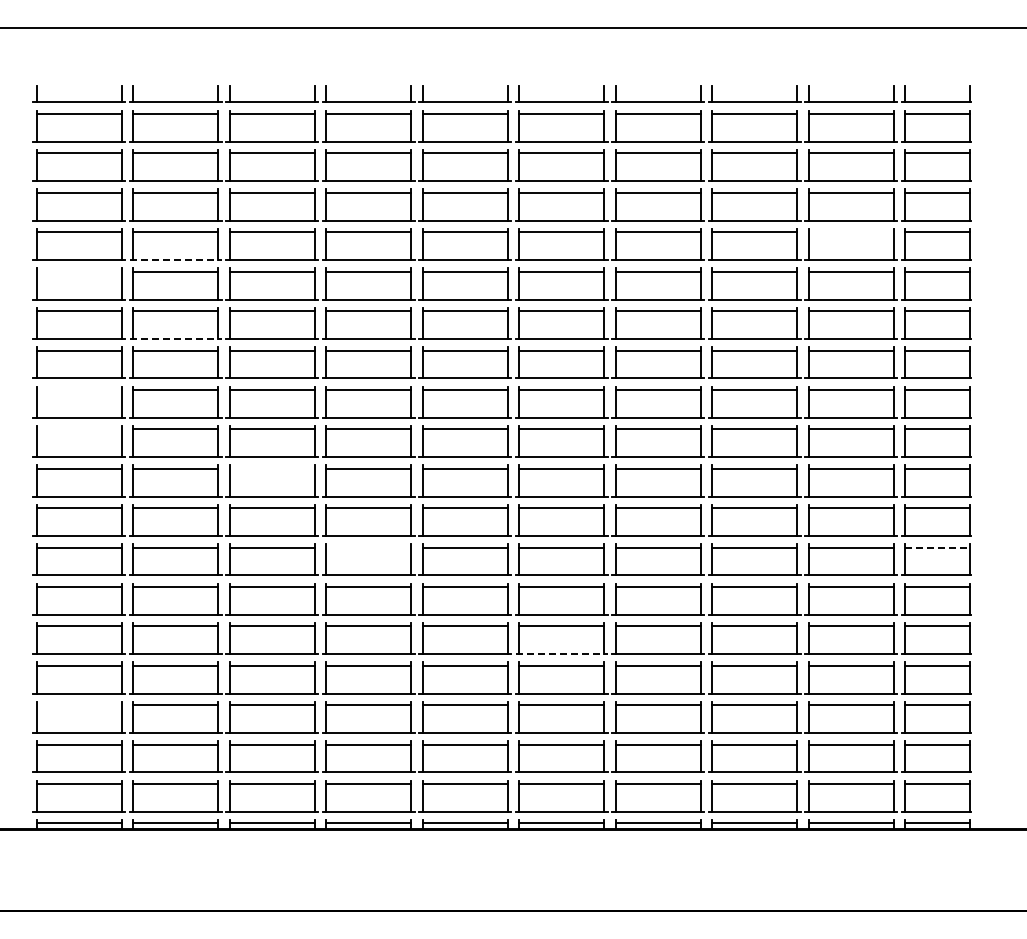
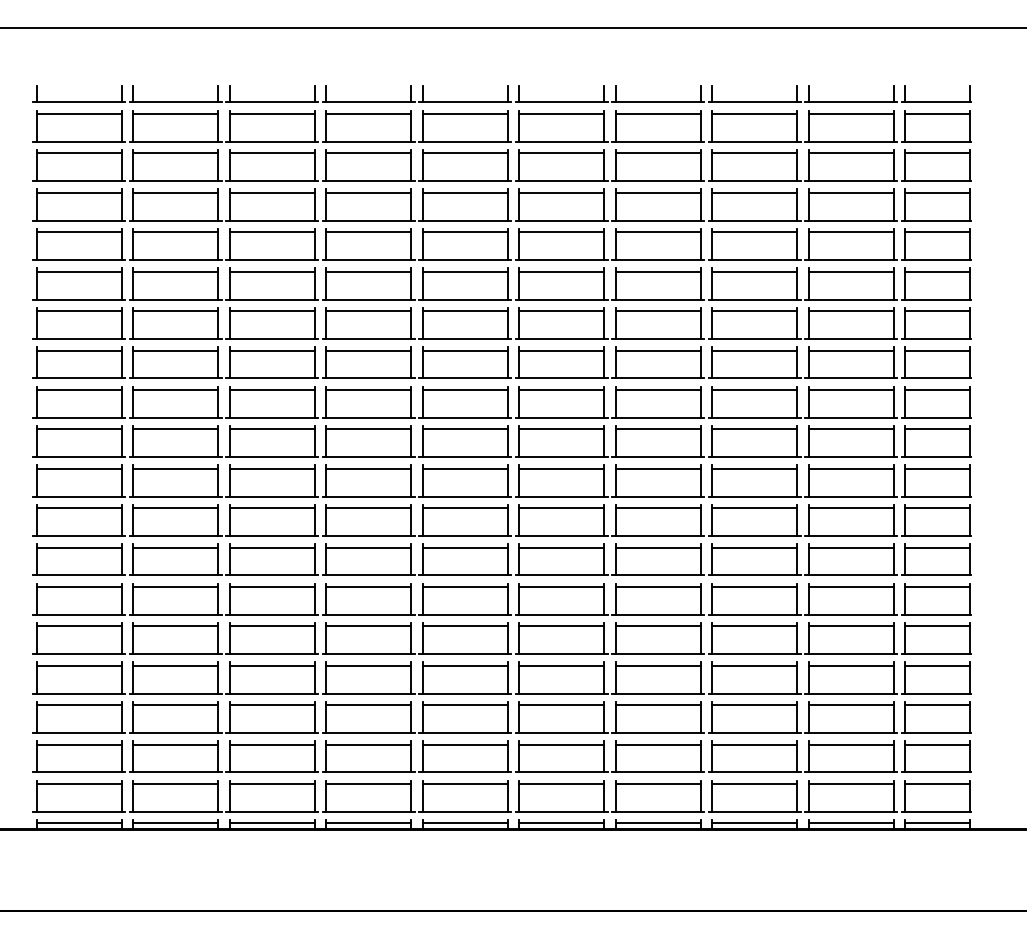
line at (850, 232): none -> present
line at (175, 260): dashed -> solid
line at (78, 271): none -> present
line at (175, 338): dashed -> solid
line at (78, 389): none -> present
line at (78, 429): none -> present
line at (271, 468): none -> present
line at (368, 547): none -> present
line at (938, 547): dashed -> solid
line at (561, 654): dashed -> solid
line at (78, 705): none -> present
